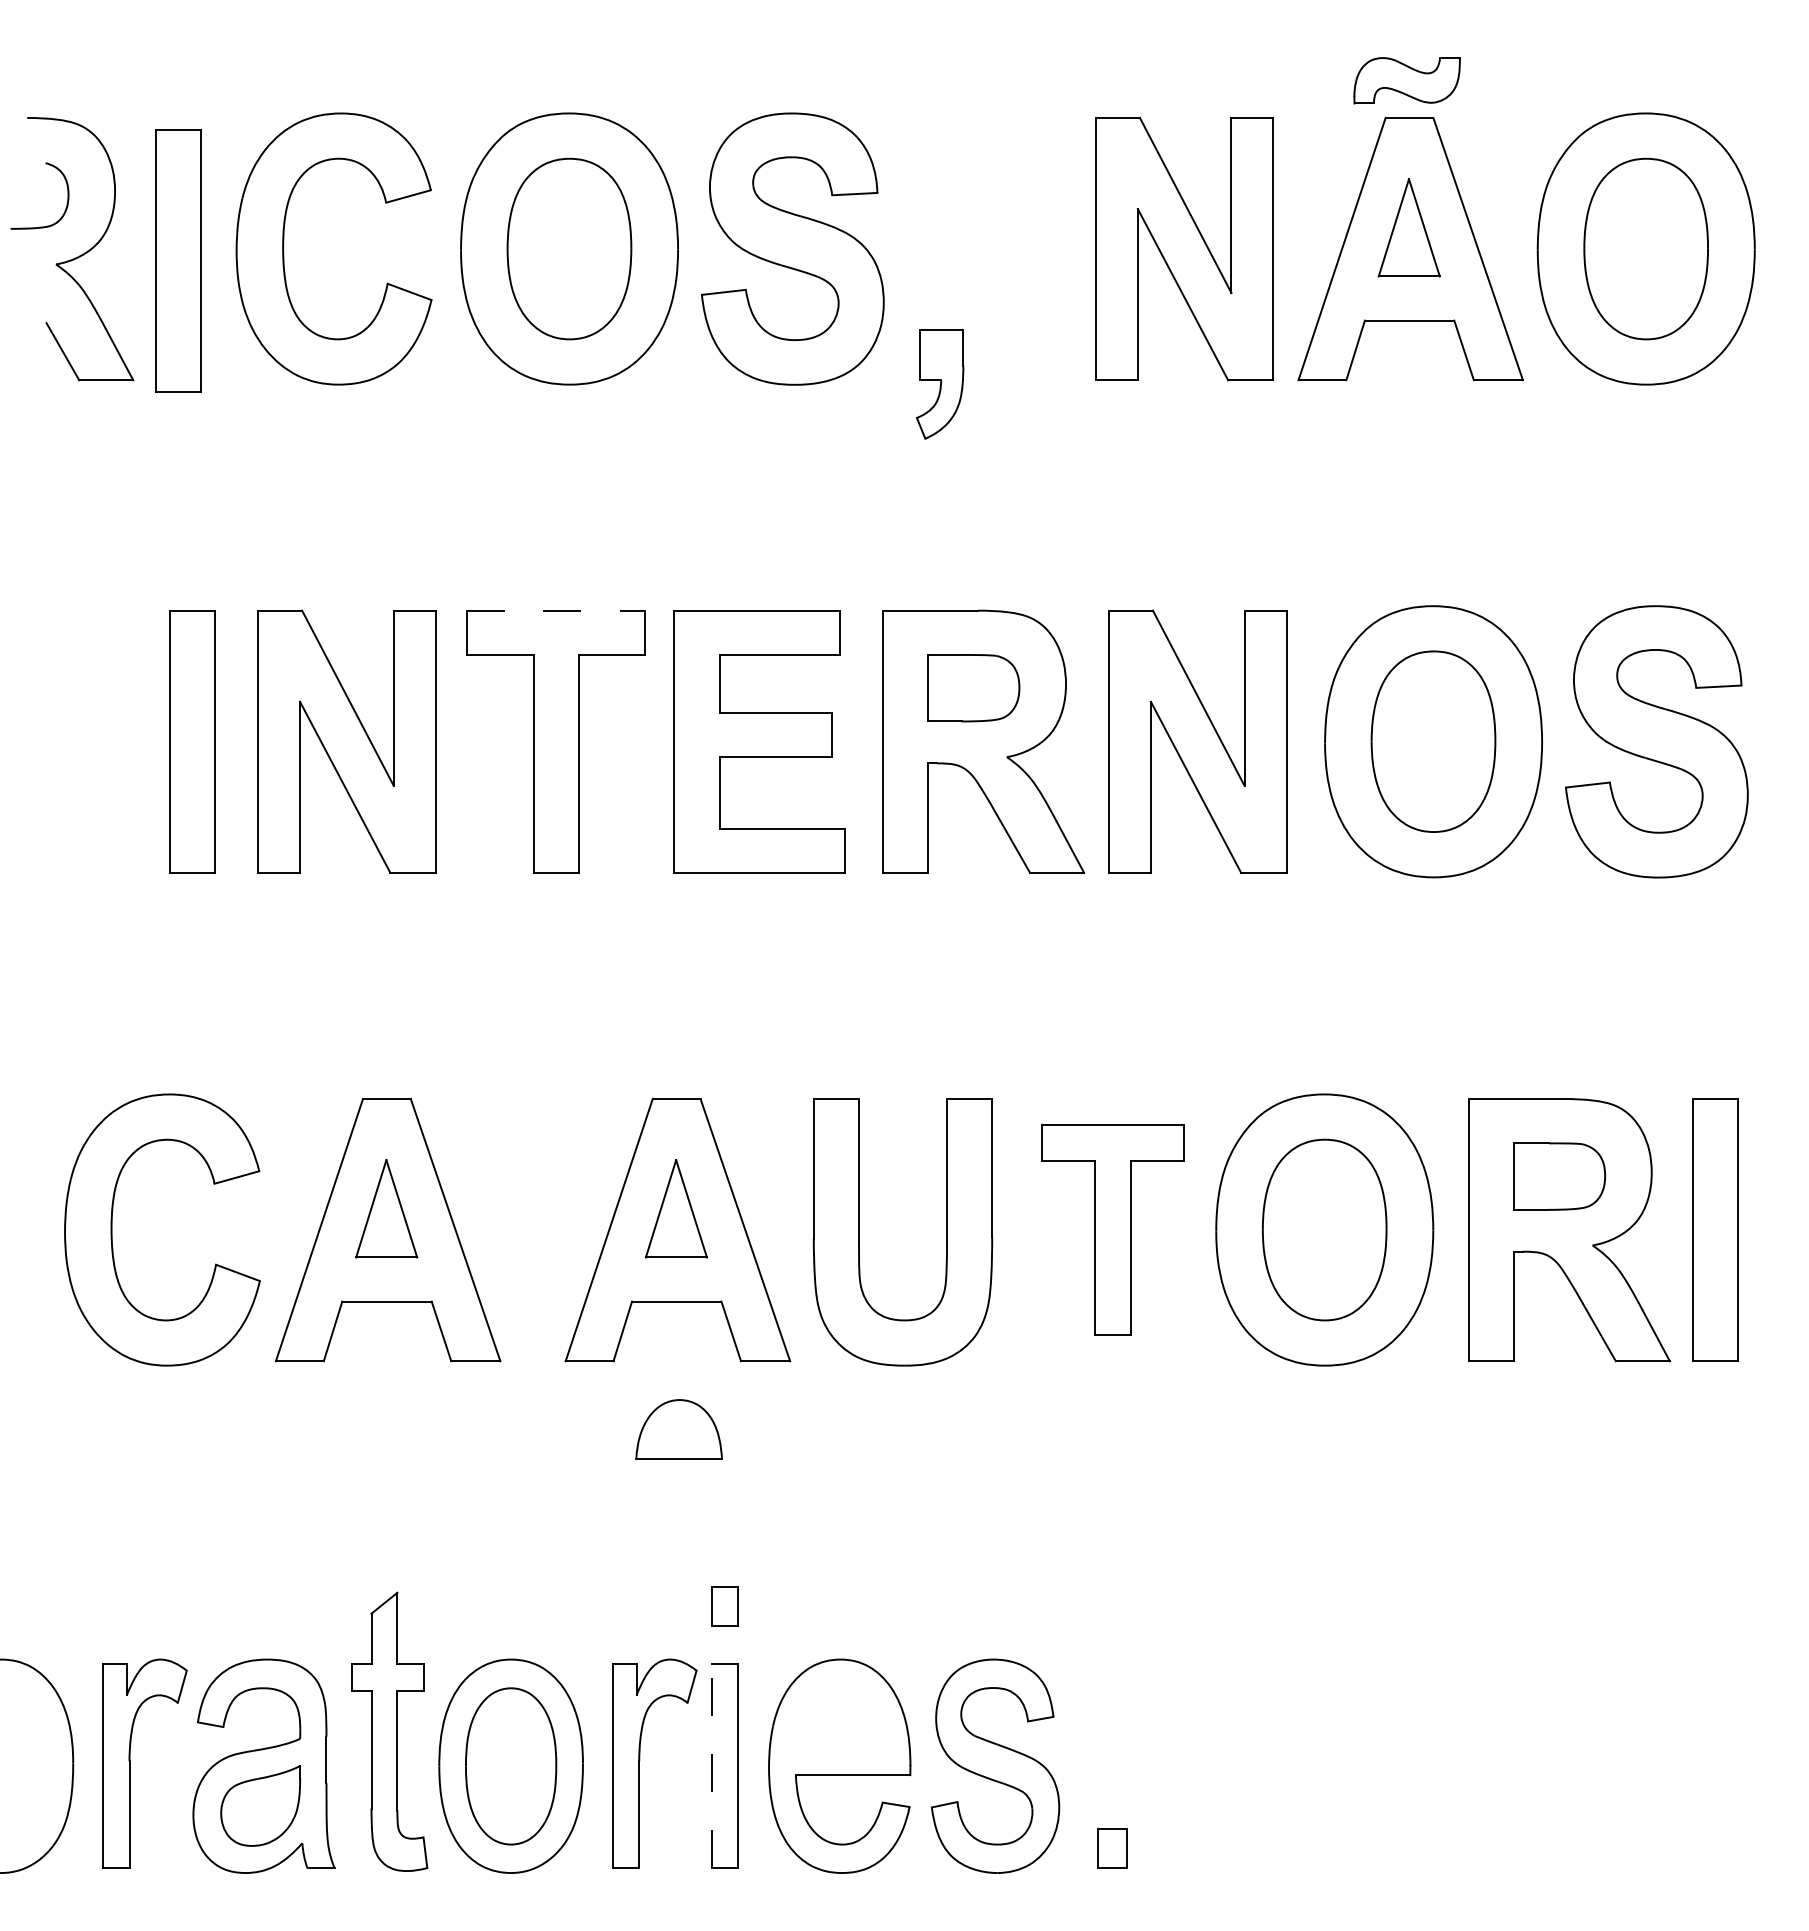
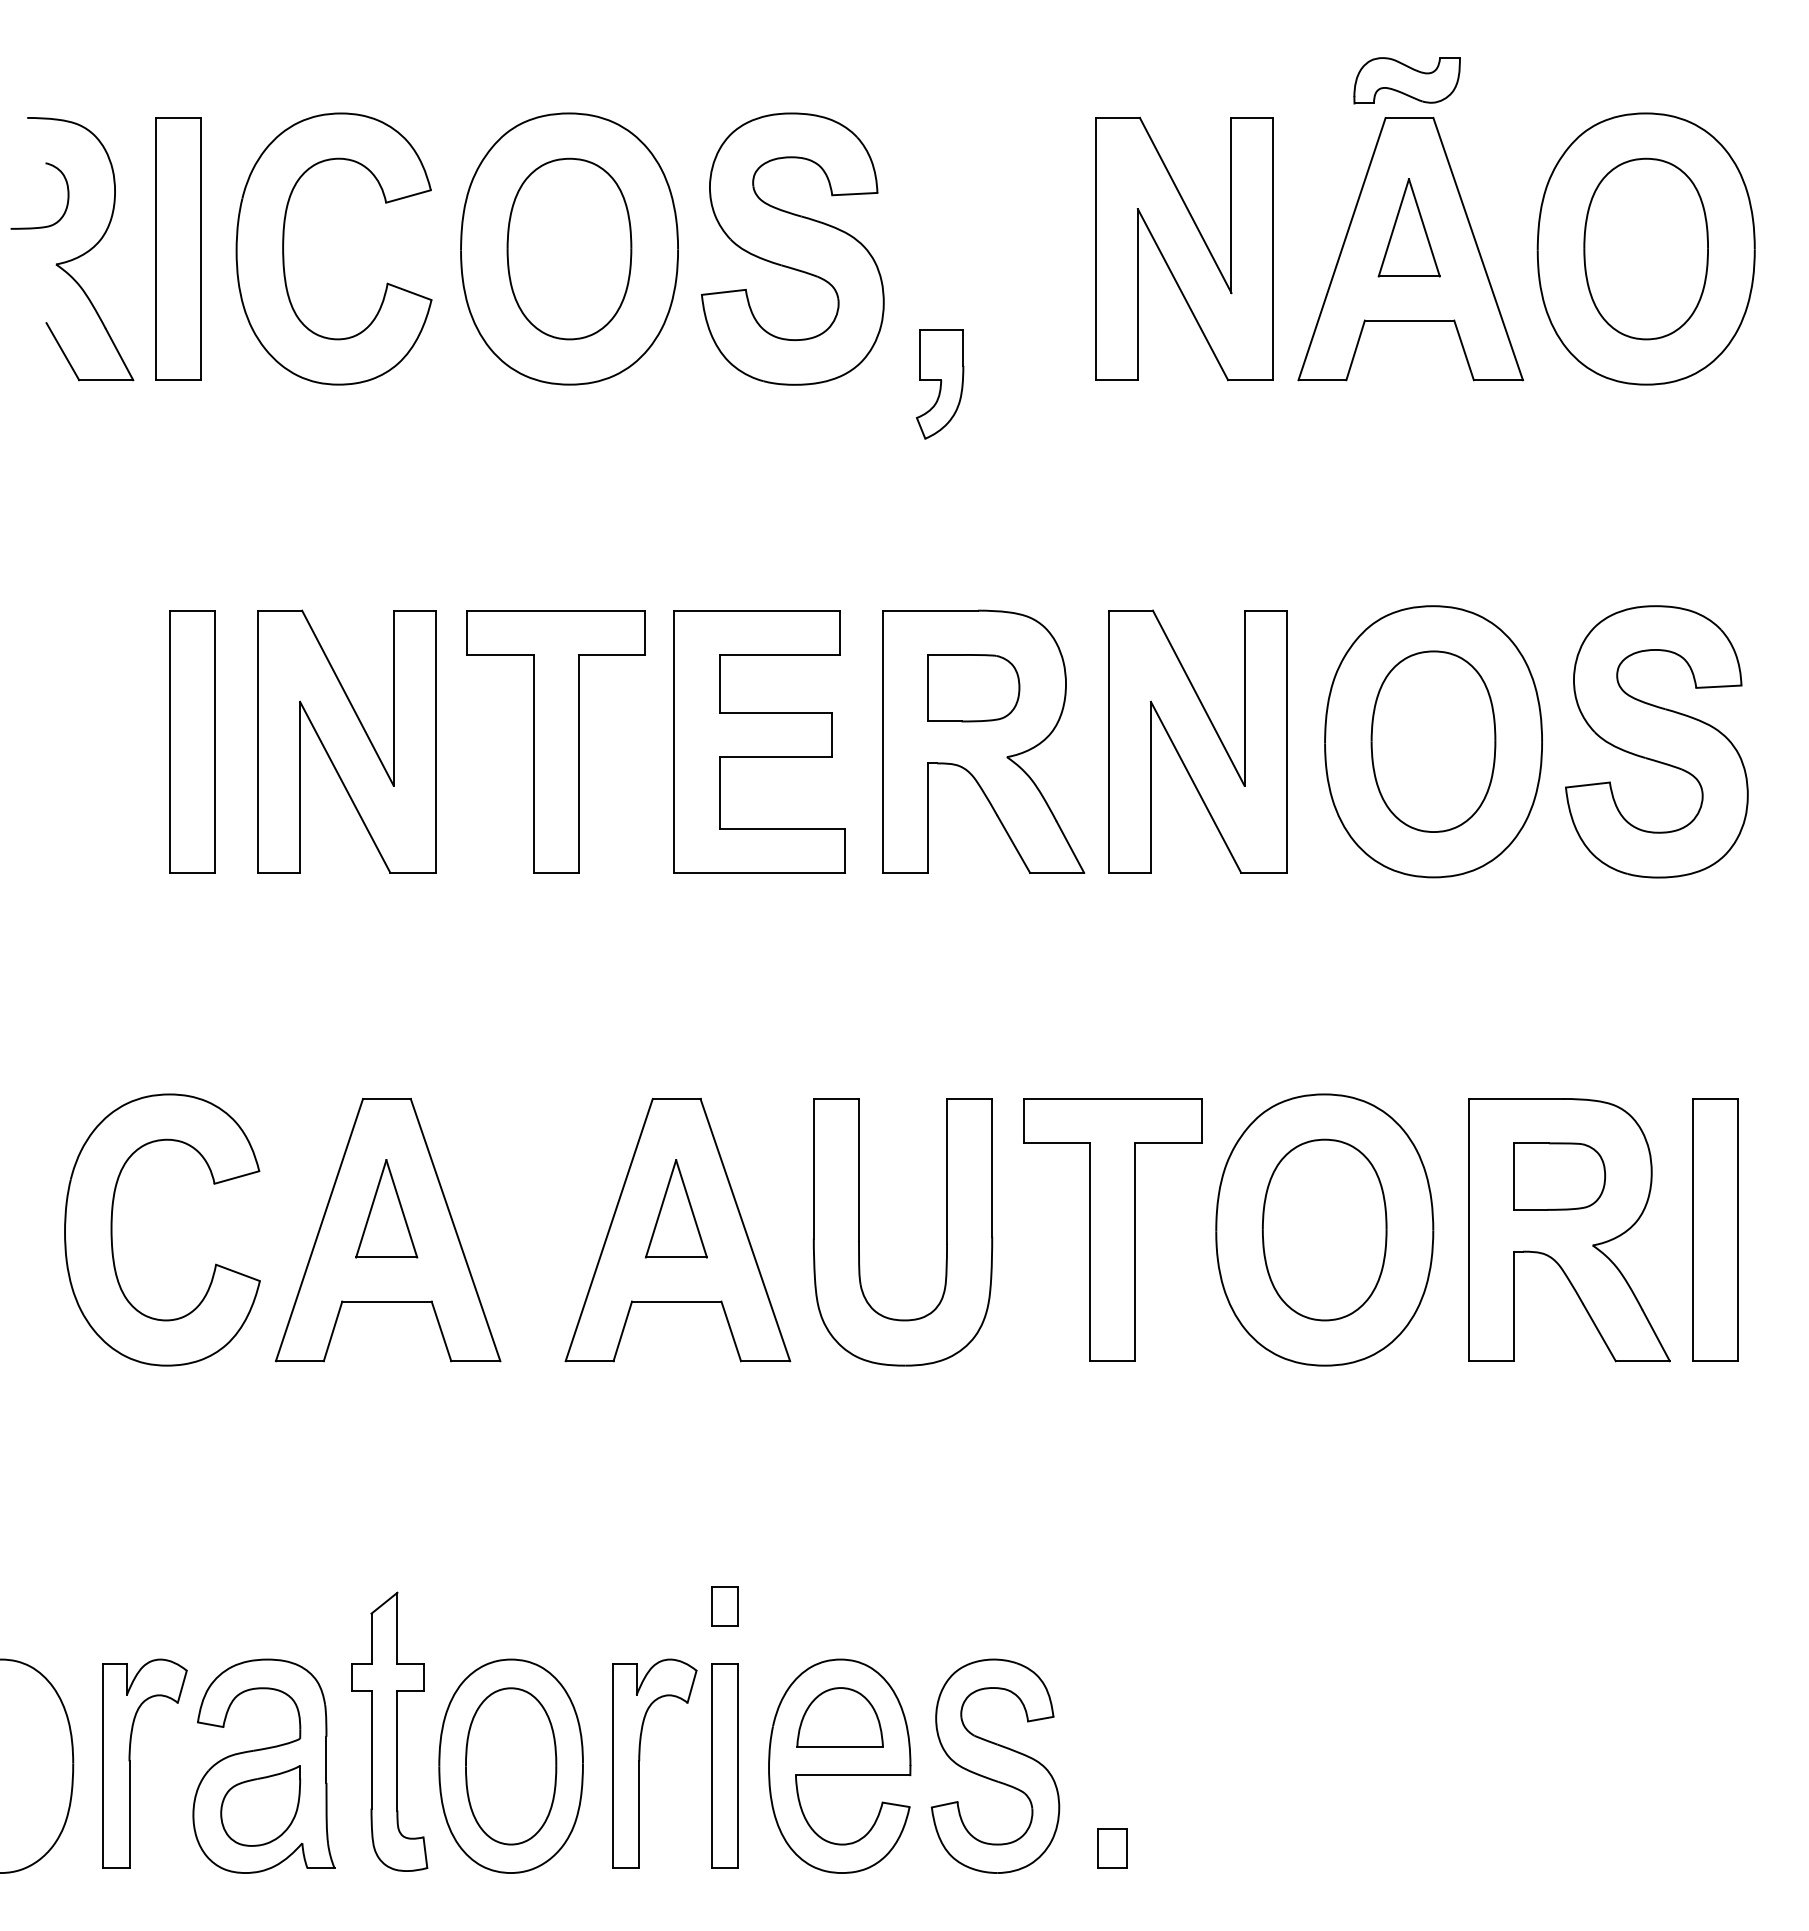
part at (178, 260) position: (178, 260) -> (178, 248)
line at (556, 610): dashed -> solid
part at (1112, 1229) size: 144x212 px -> 180x264 px
part at (678, 1429) position: (678, 1429) -> (839, 1717)
line at (712, 1765): dashed -> solid
